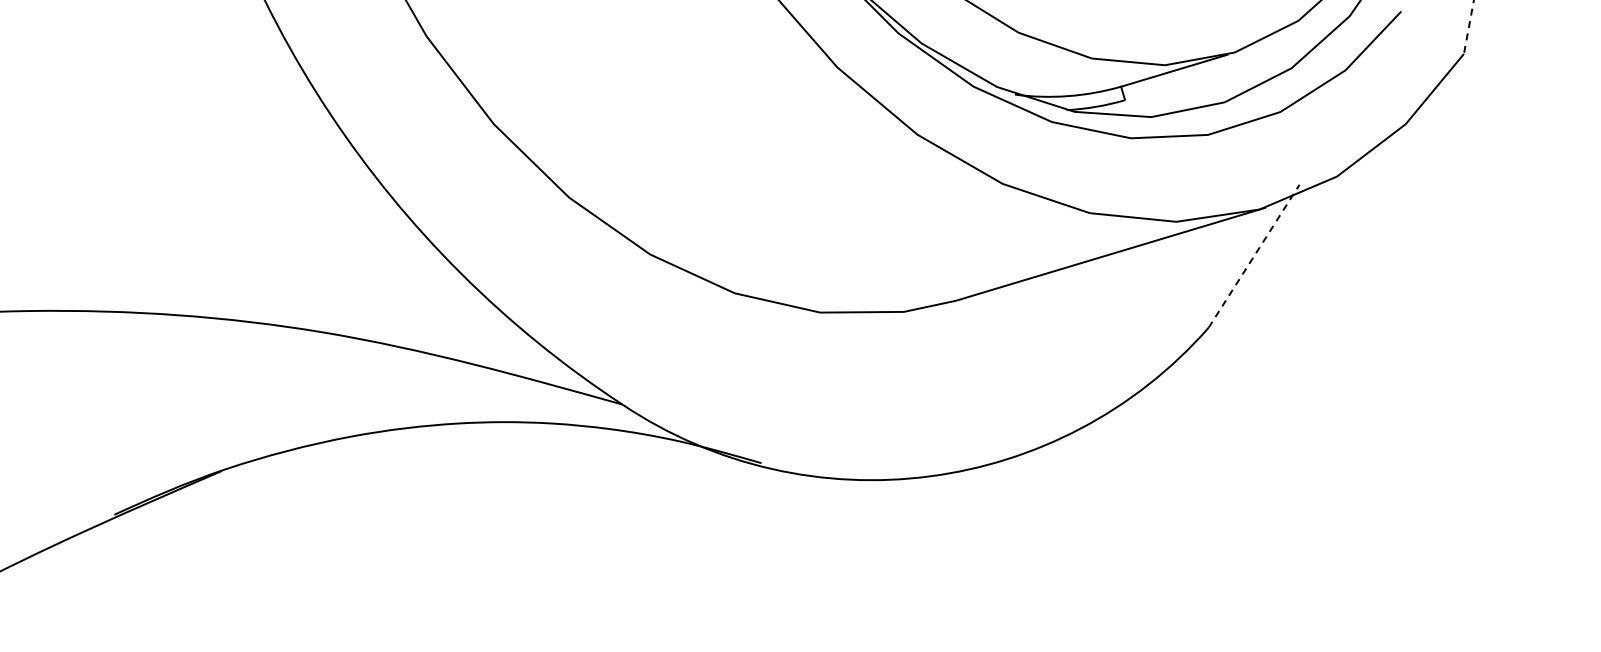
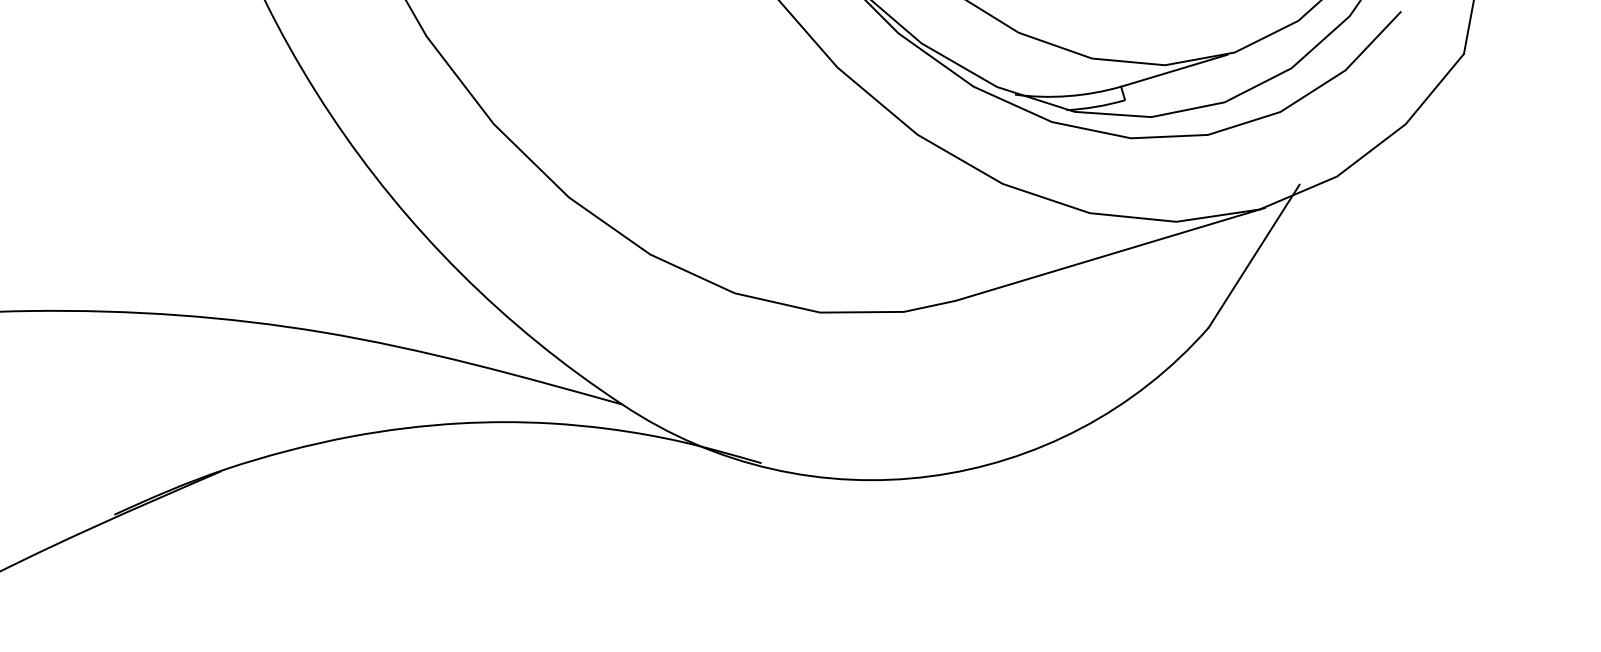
line at (1468, 27): dashed -> solid
line at (1254, 256): dashed -> solid
